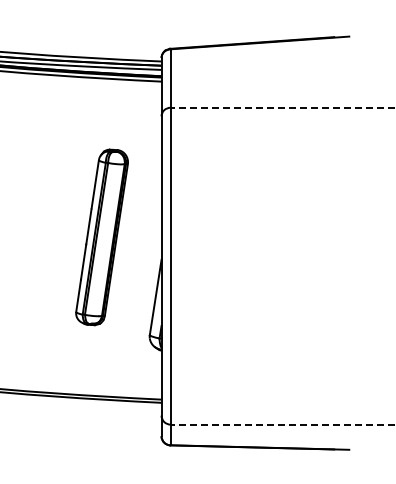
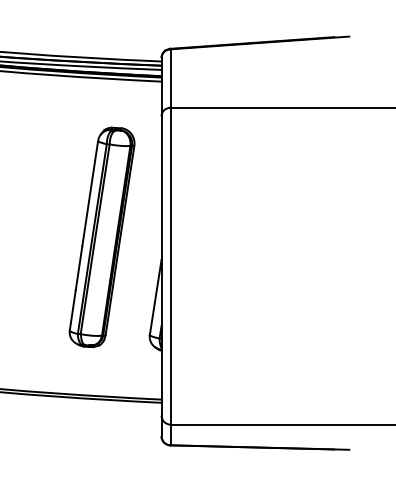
line at (282, 107): dashed -> solid
part at (101, 237) size: 54x179 px -> 68x223 px
line at (282, 424): dashed -> solid
